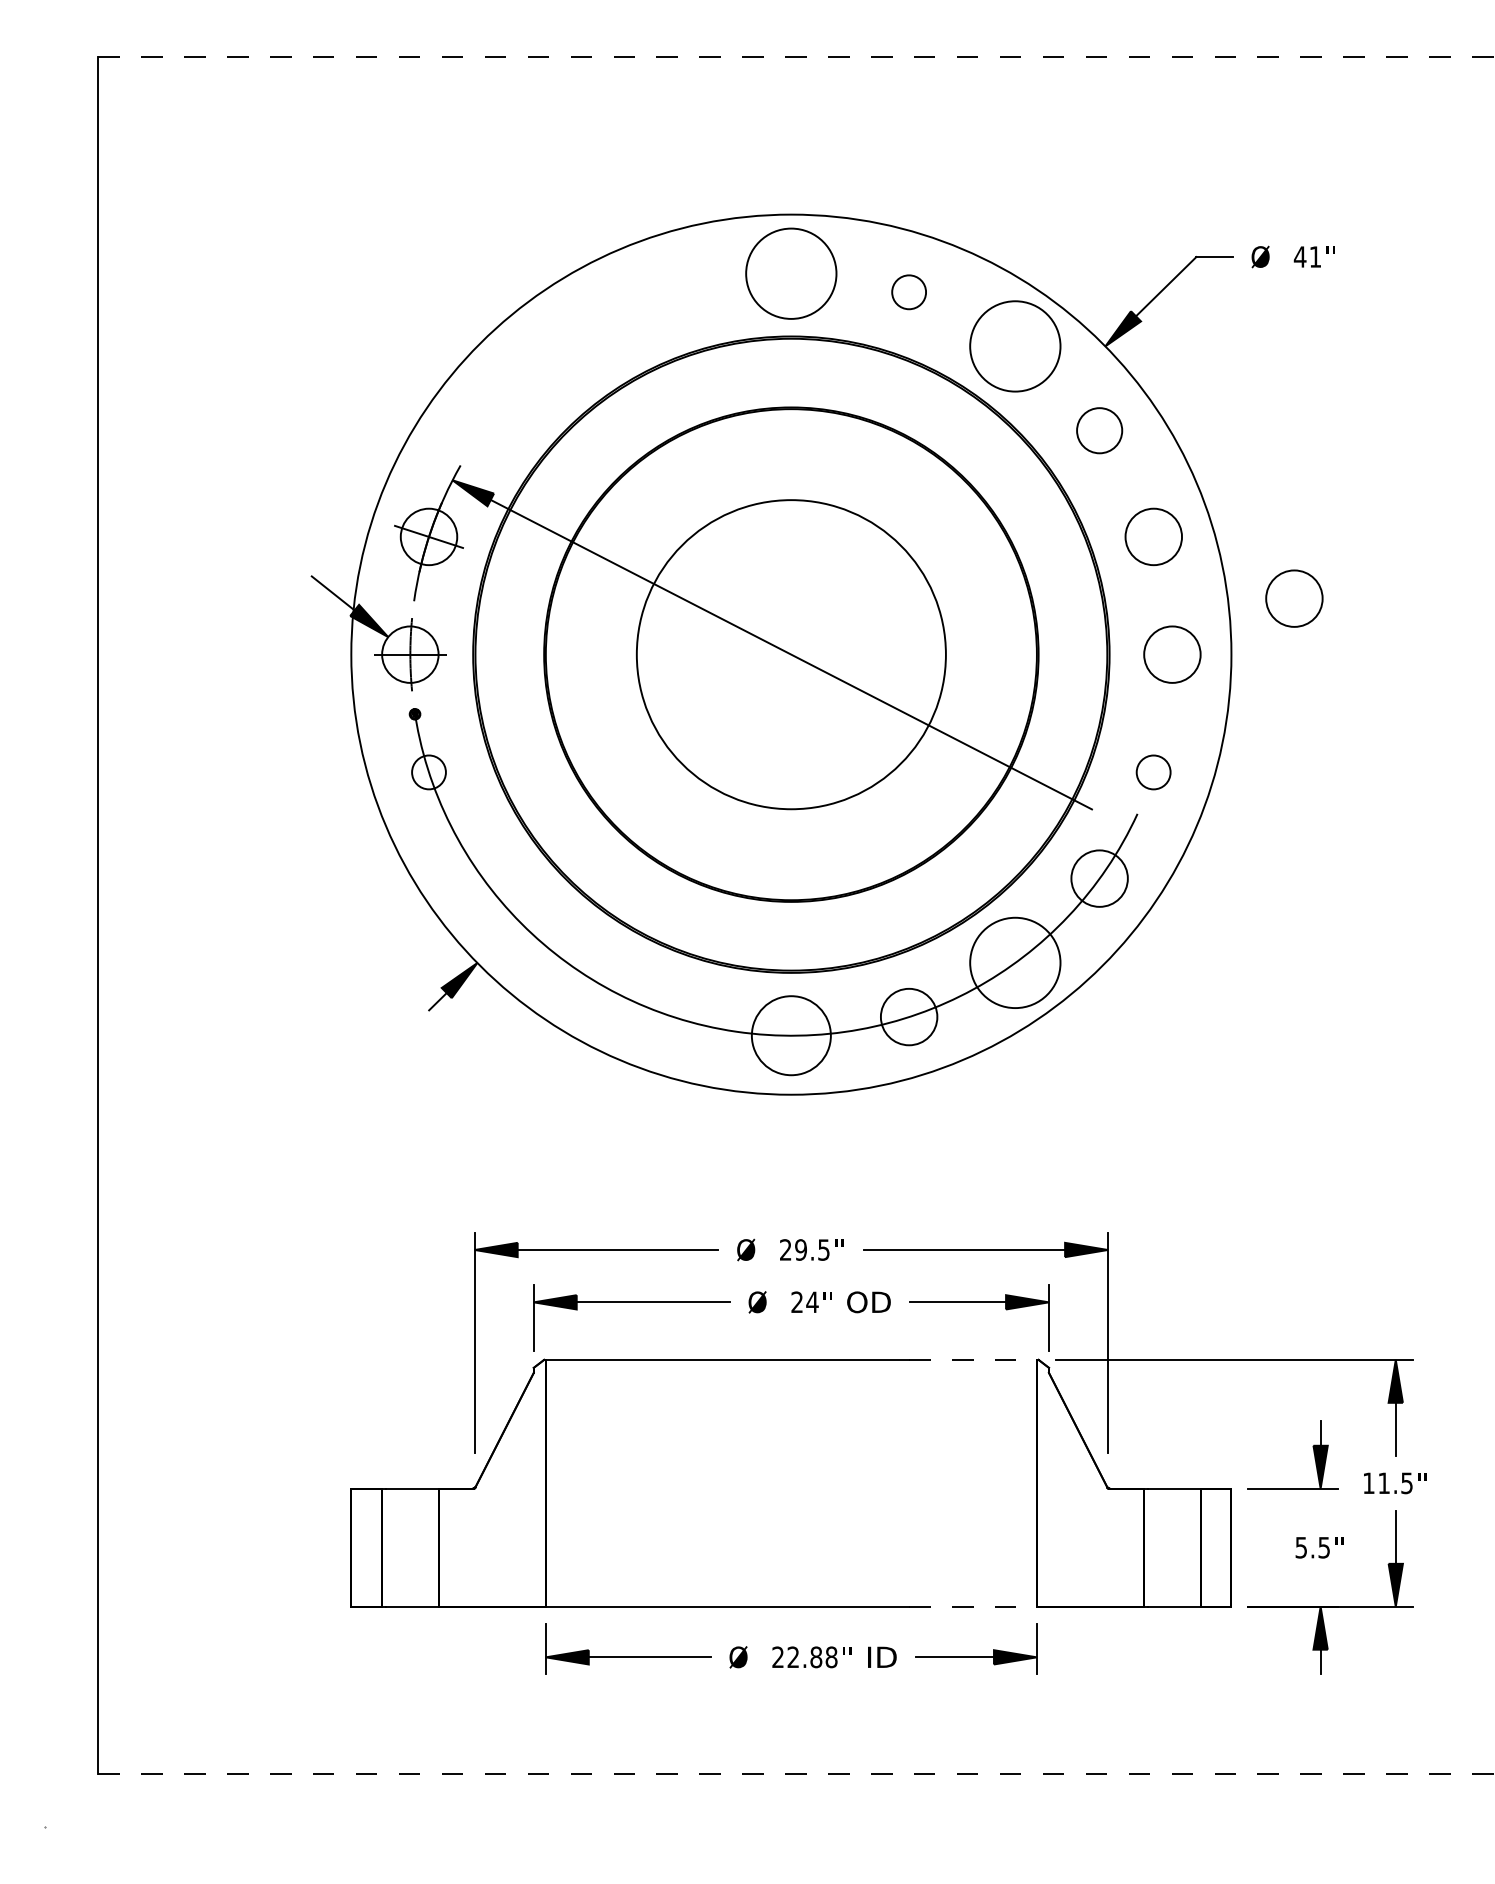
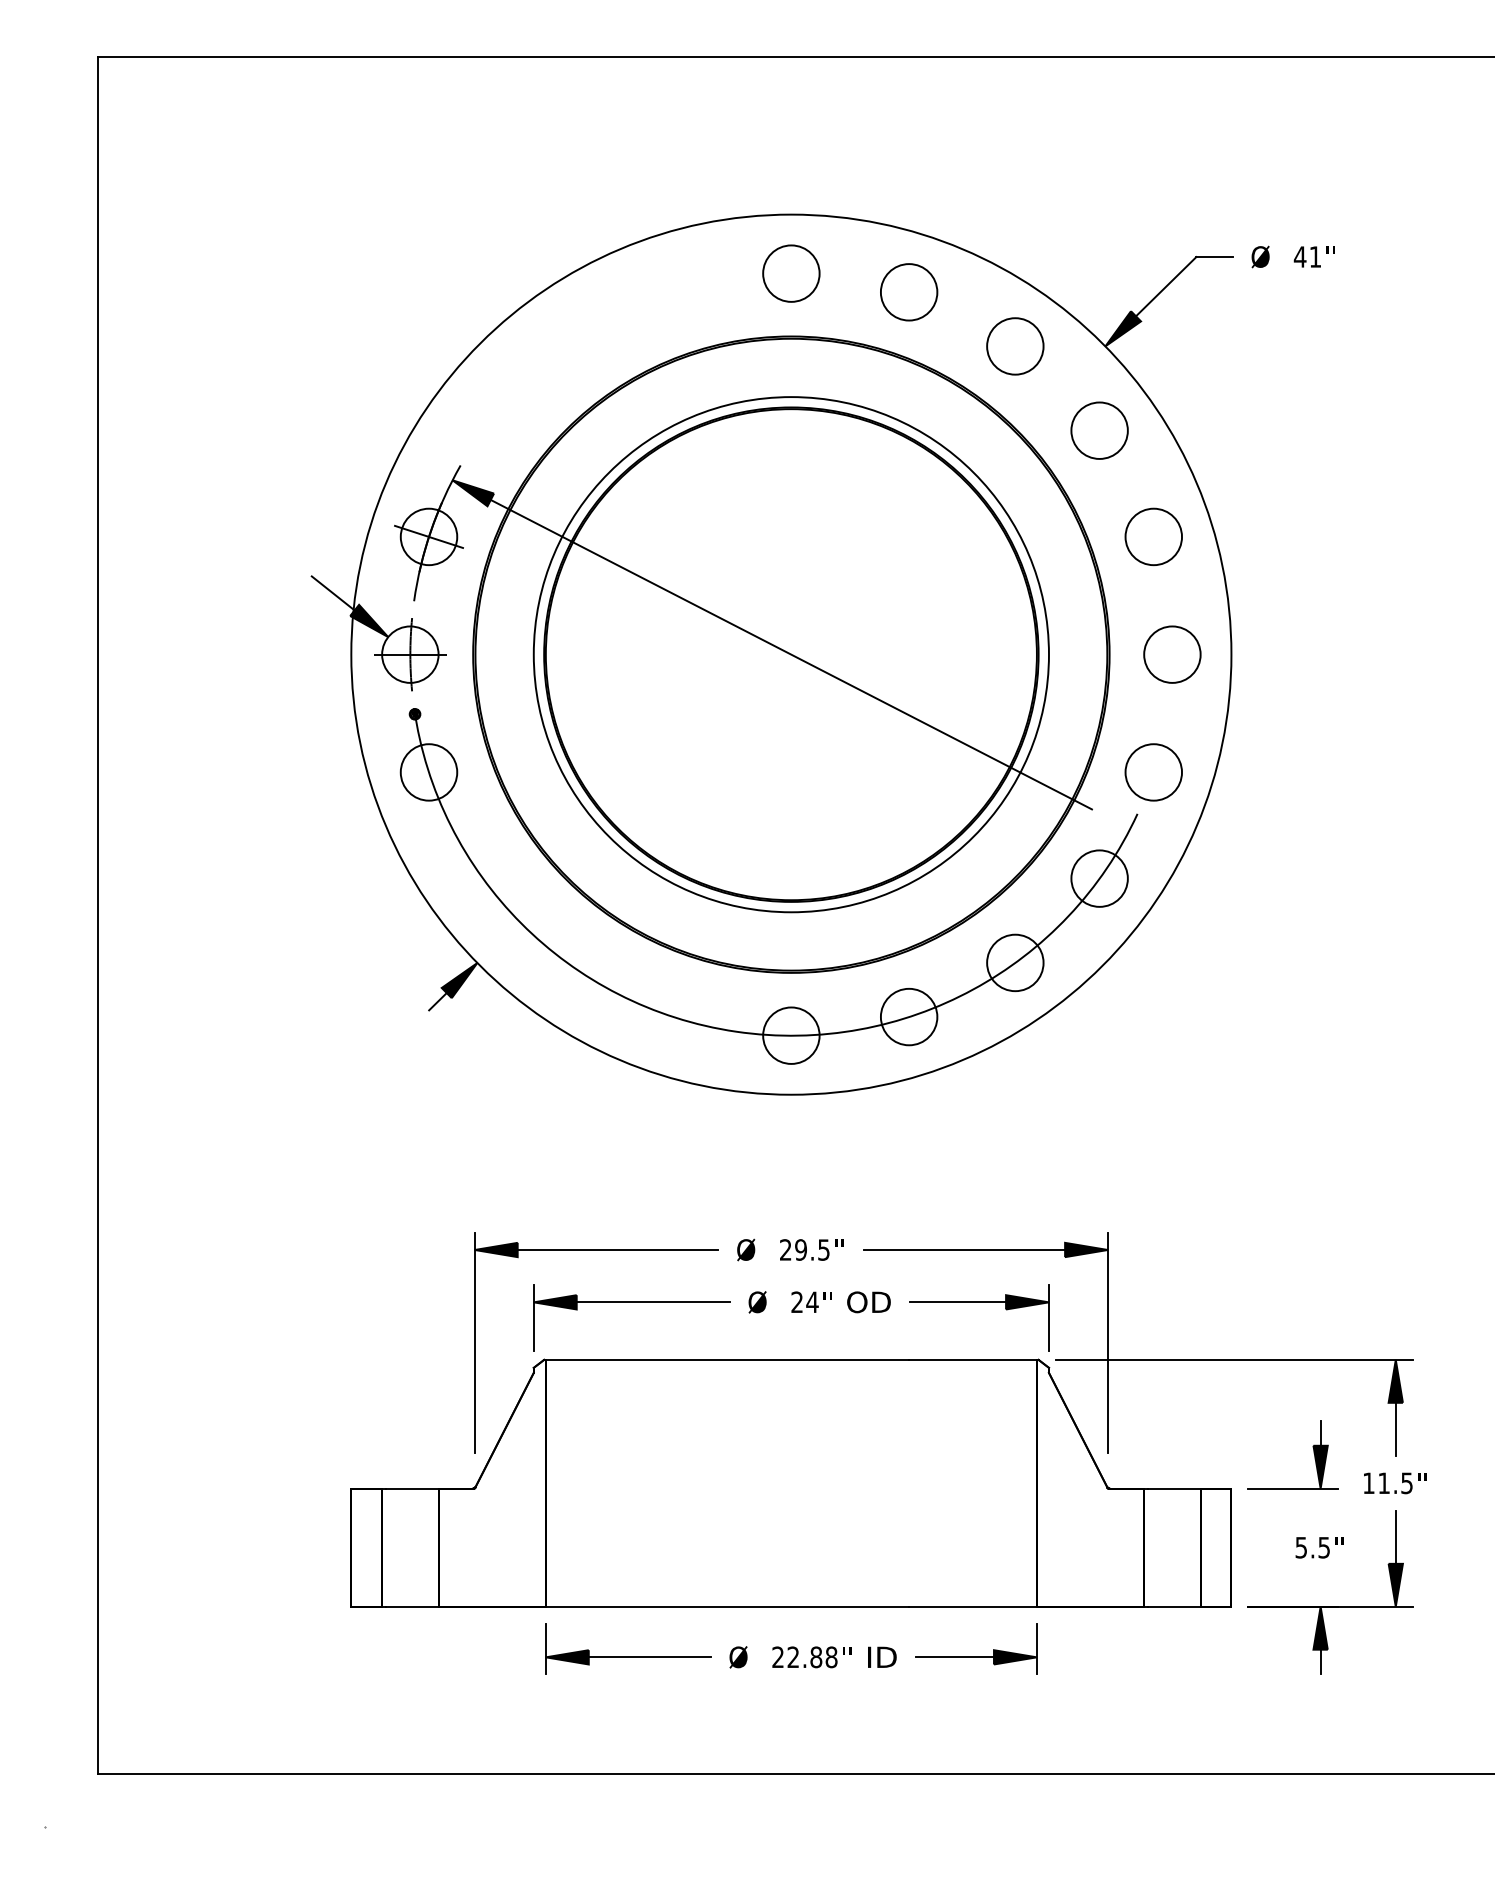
line at (796, 56): dashed -> solid
circle at (791, 273) size: 93x93 px -> 59x59 px
circle at (909, 292) diameter: 34 px -> 56 px
circle at (1015, 346) diameter: 90 px -> 56 px
circle at (1099, 430) diameter: 45 px -> 56 px
circle at (1294, 598): present -> none
circle at (790, 654) diameter: 309 px -> 515 px
circle at (428, 772) diameter: 34 px -> 56 px
circle at (1153, 772) size: 37x37 px -> 59x59 px
circle at (1015, 962) diameter: 90 px -> 56 px
circle at (790, 1035) diameter: 79 px -> 56 px
line at (973, 1359): dashed -> solid
line at (973, 1606): dashed -> solid
line at (796, 1773): dashed -> solid
